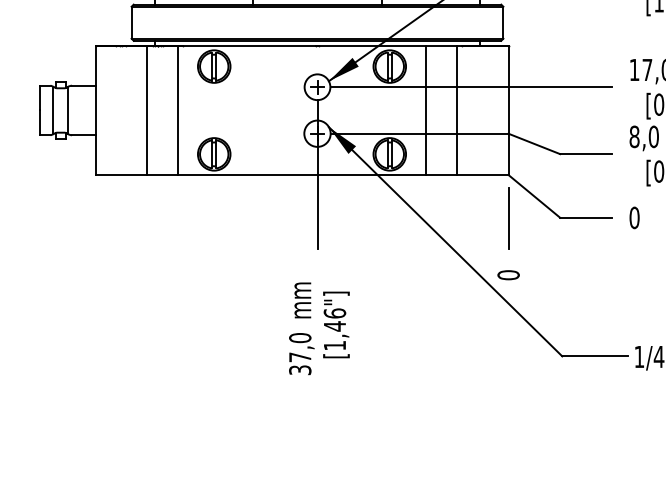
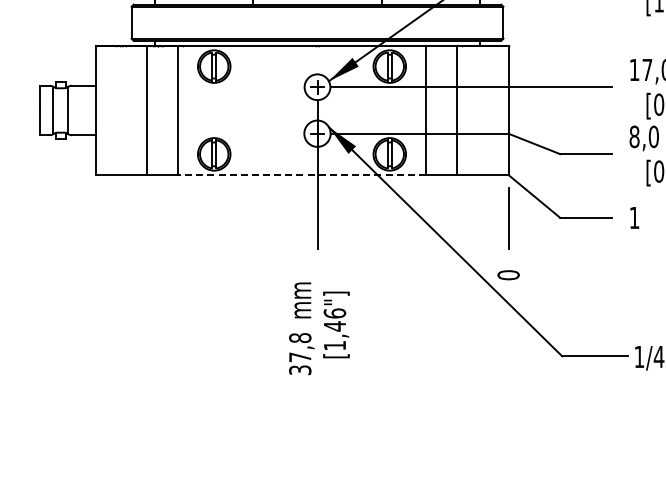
line at (302, 175): solid -> dashed
text at (634, 217): 0 -> 1
text at (300, 338): 37,0 -> 37,8
